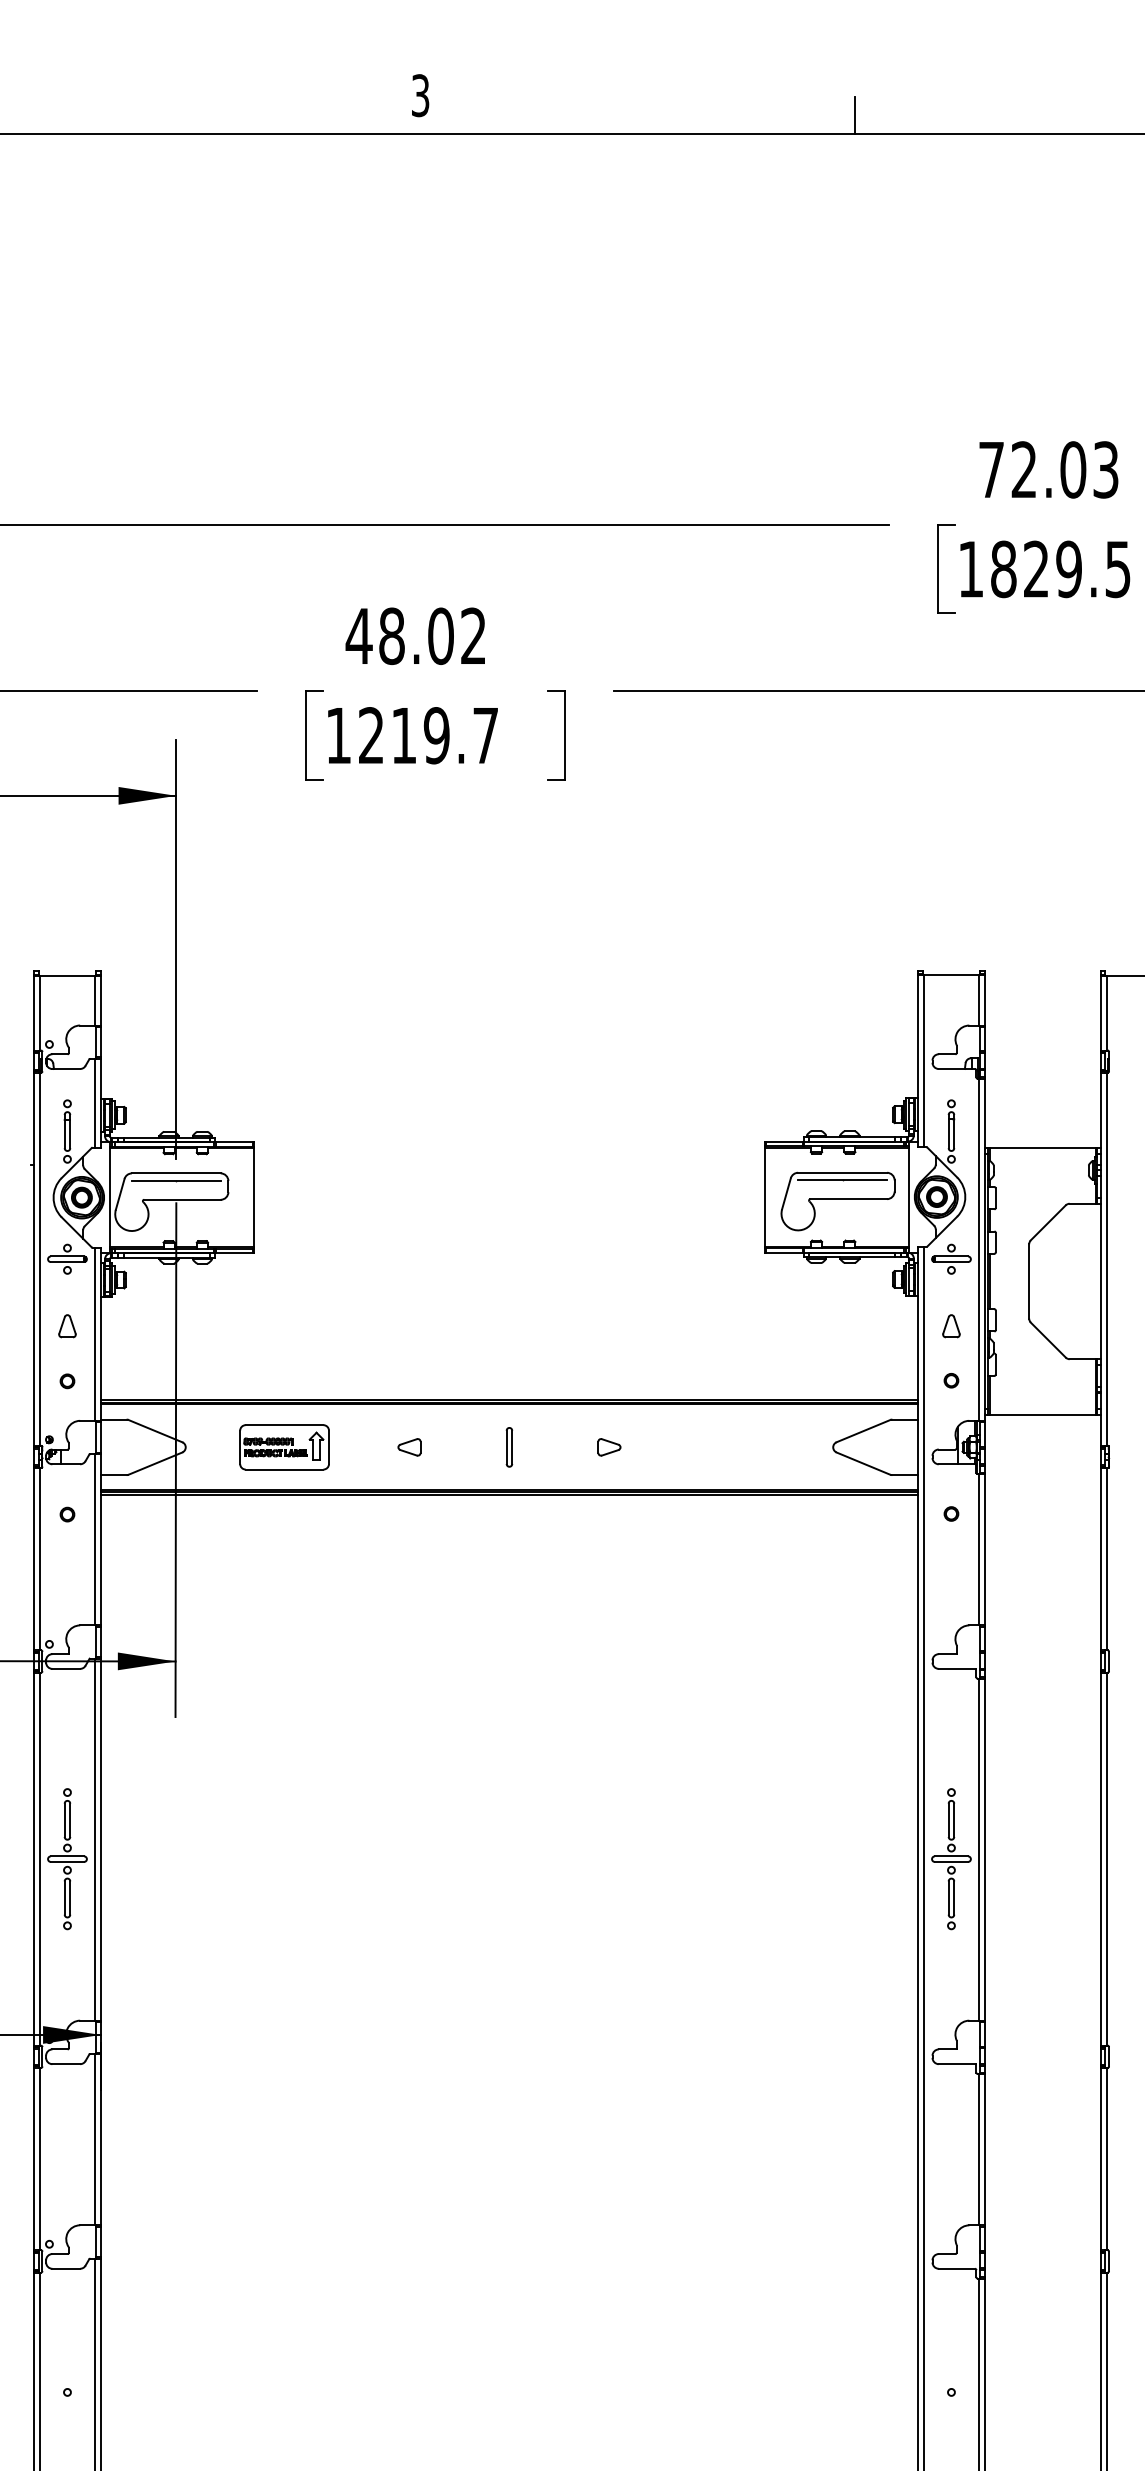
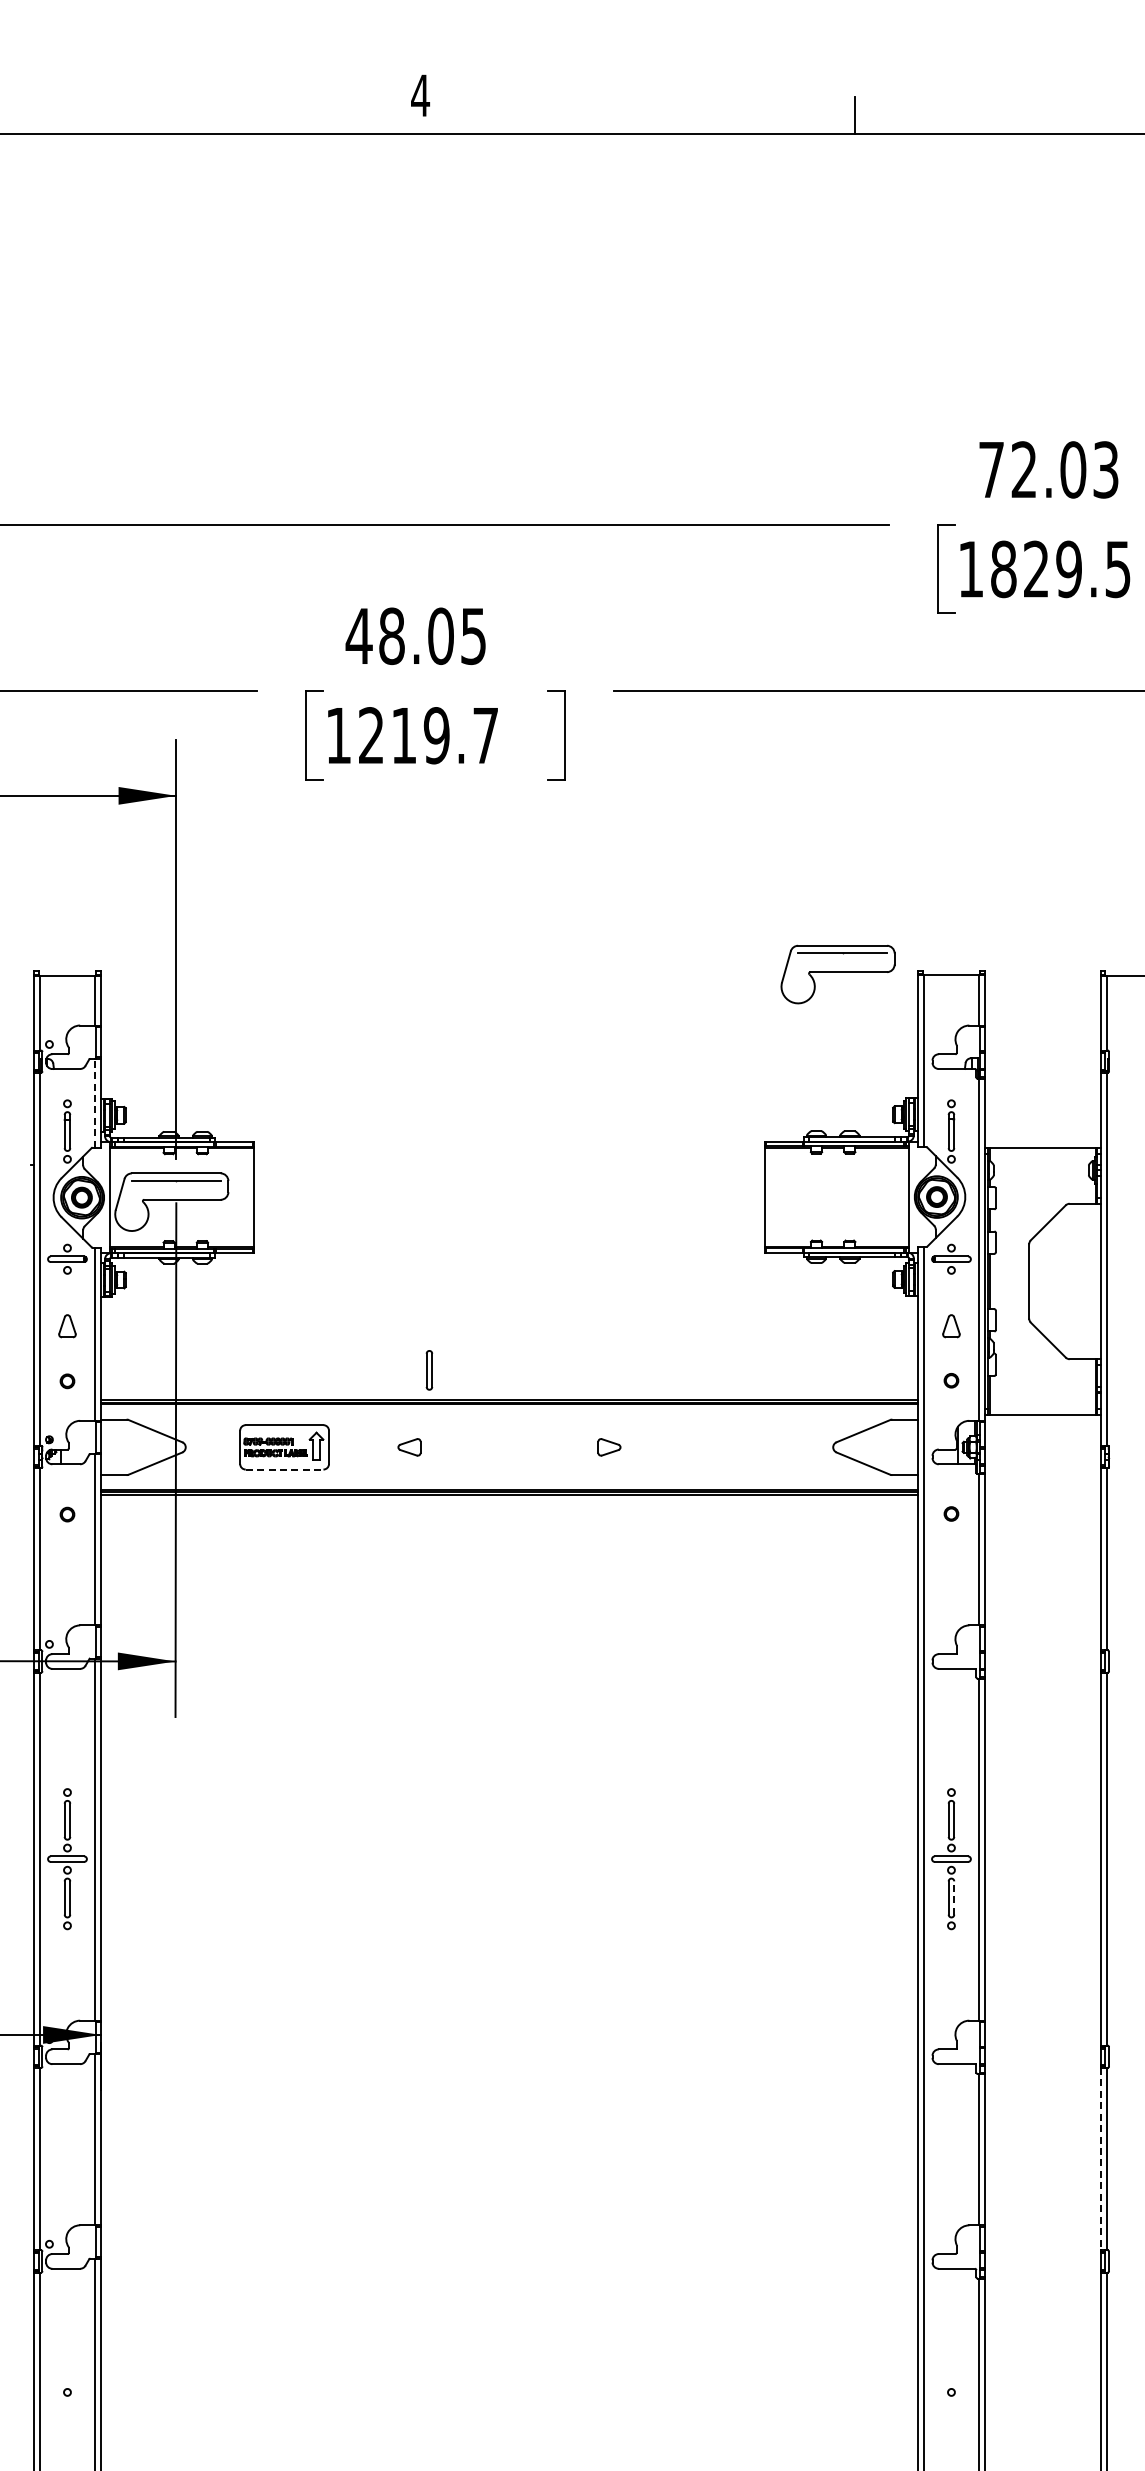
text at (420, 95): 3 -> 4
text at (473, 636): 48.02 -> 48.05
line at (94, 1102): solid -> dashed
part at (837, 1201) position: (837, 1201) -> (837, 974)
part at (509, 1447) position: (509, 1447) -> (429, 1370)
line at (284, 1469): solid -> dashed
line at (954, 1898): solid -> dashed
line at (1100, 2159): solid -> dashed
